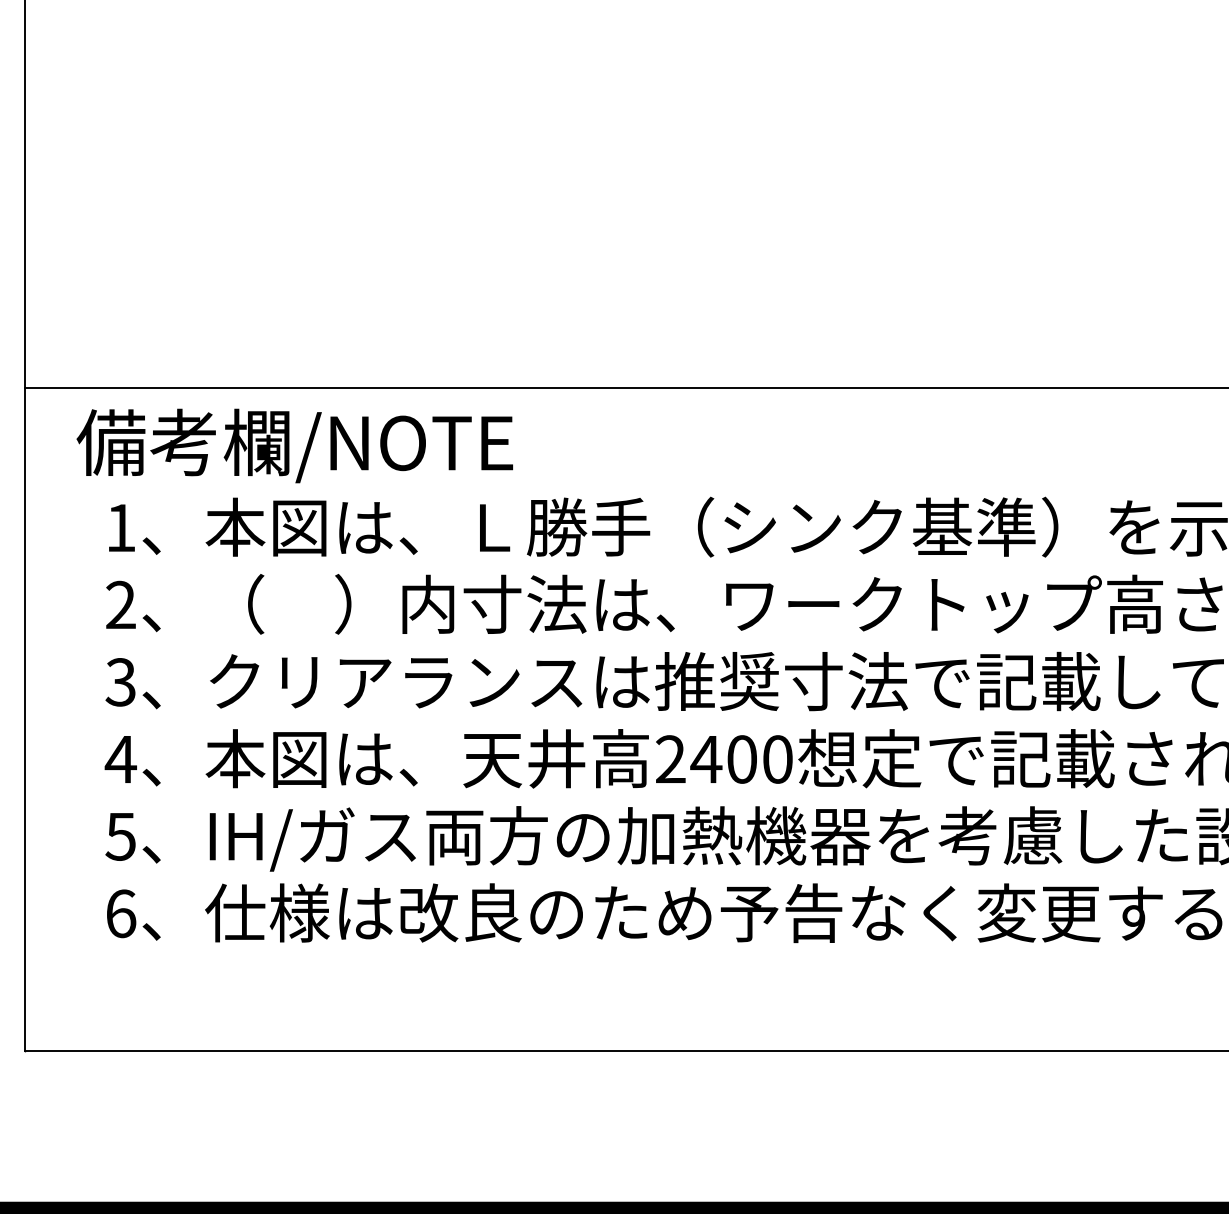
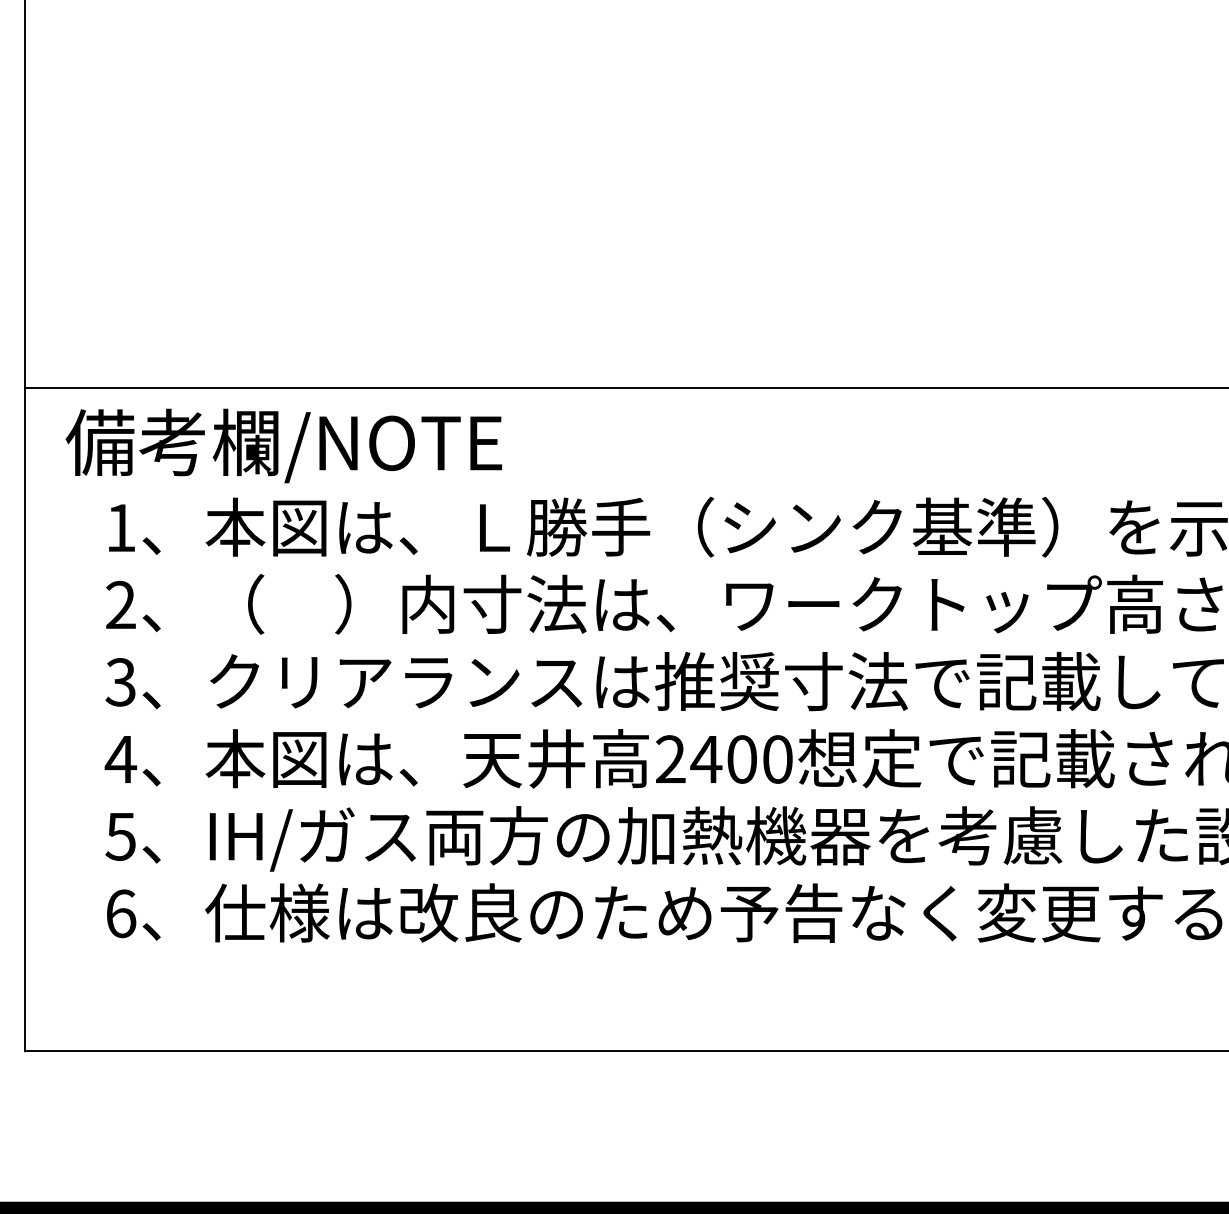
text at (294, 445) position: (294, 445) -> (283, 445)
